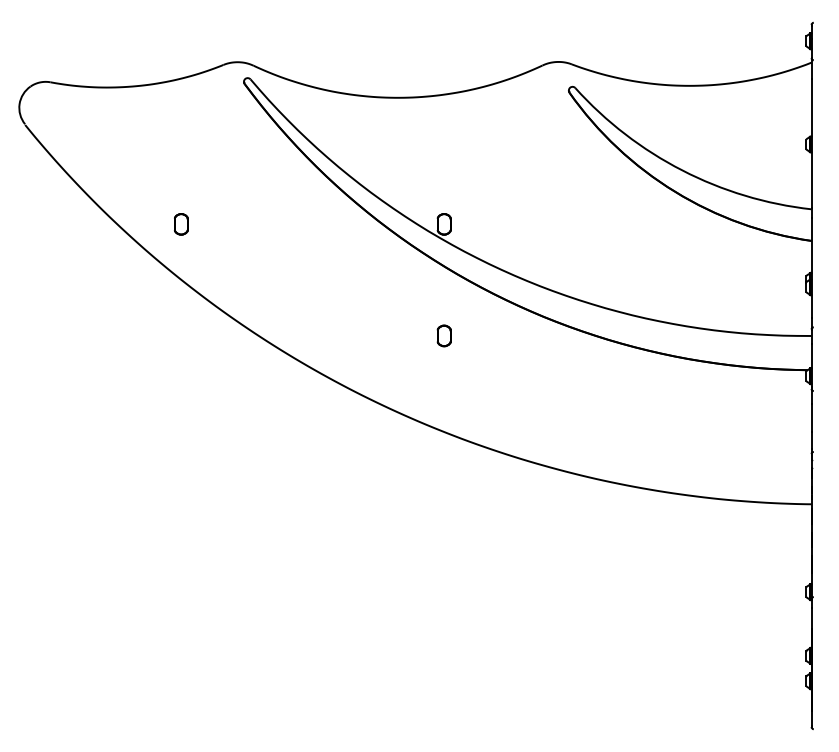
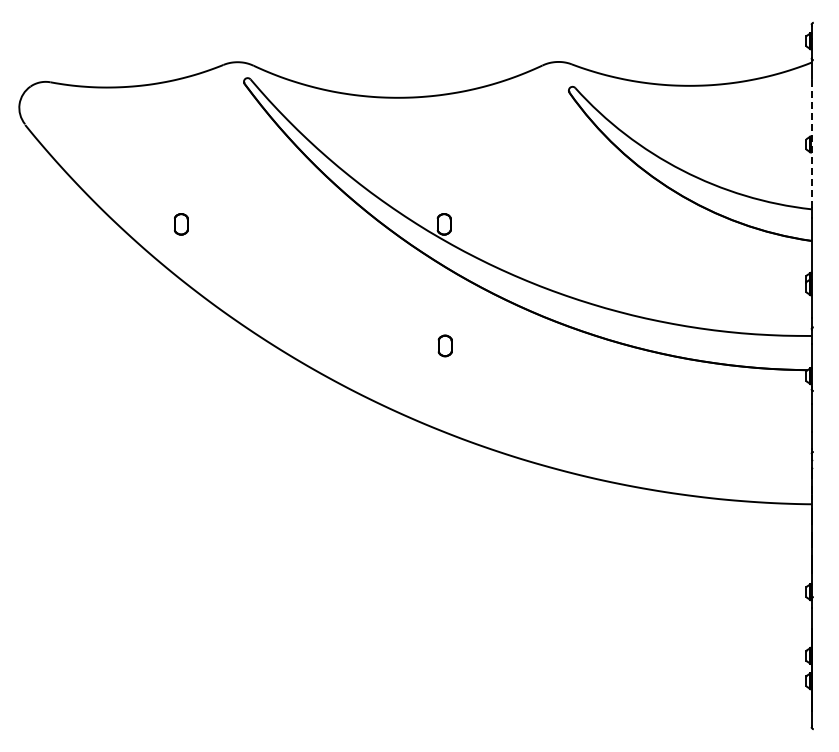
line at (811, 143): solid -> dashed
part at (443, 335) position: (443, 335) -> (444, 345)
